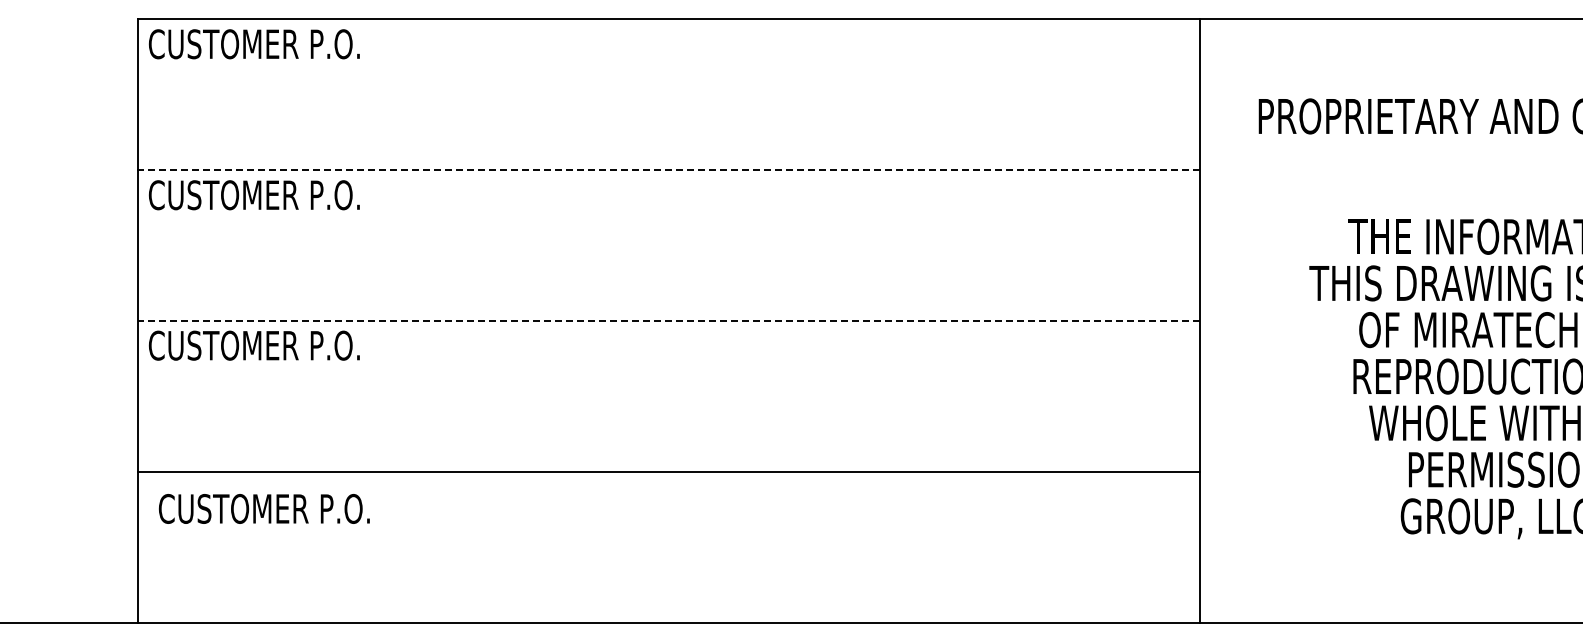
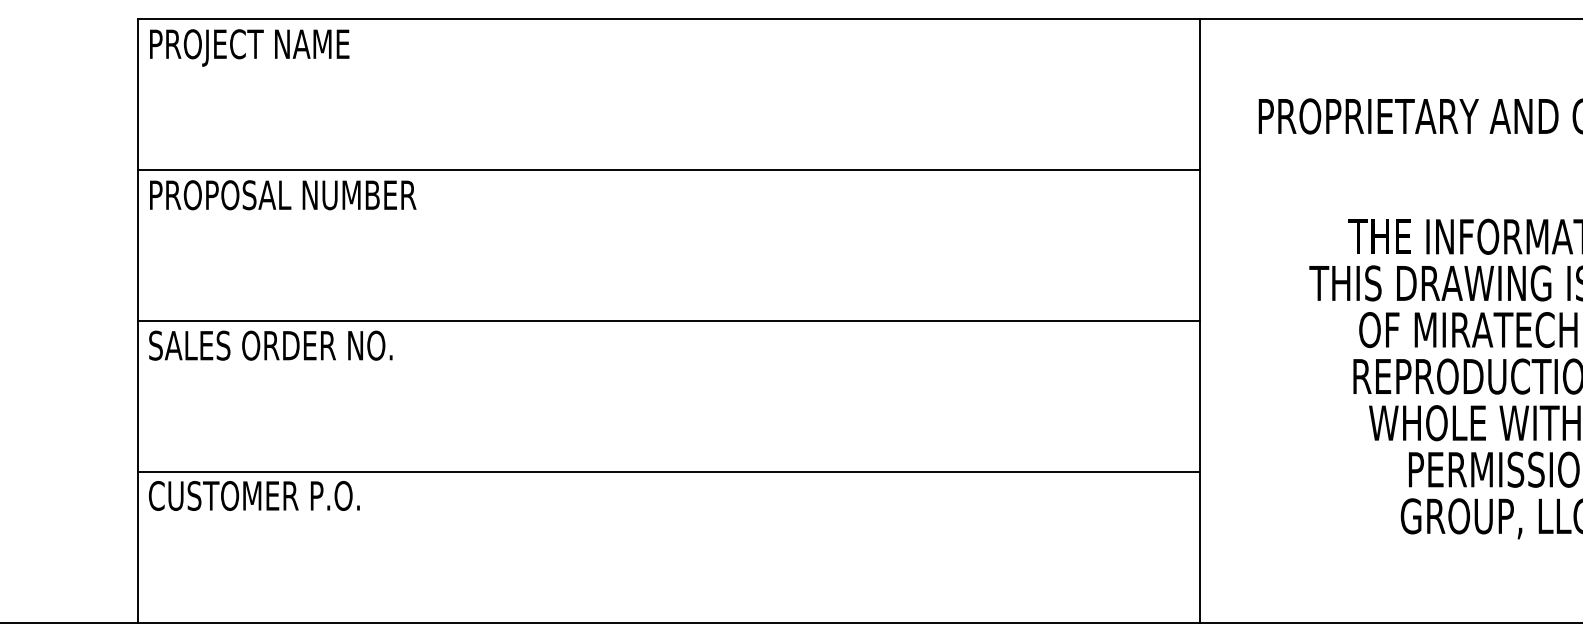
text at (253, 47): CUSTOMER P.O. -> PROJECT NAME
line at (668, 170): dashed -> solid
text at (282, 195): CUSTOMER P.O. -> PROPOSAL NUMBER
line at (668, 321): dashed -> solid
text at (270, 345): CUSTOMER P.O. -> SALES ORDER NO.
text at (264, 508) position: (264, 508) -> (254, 495)
